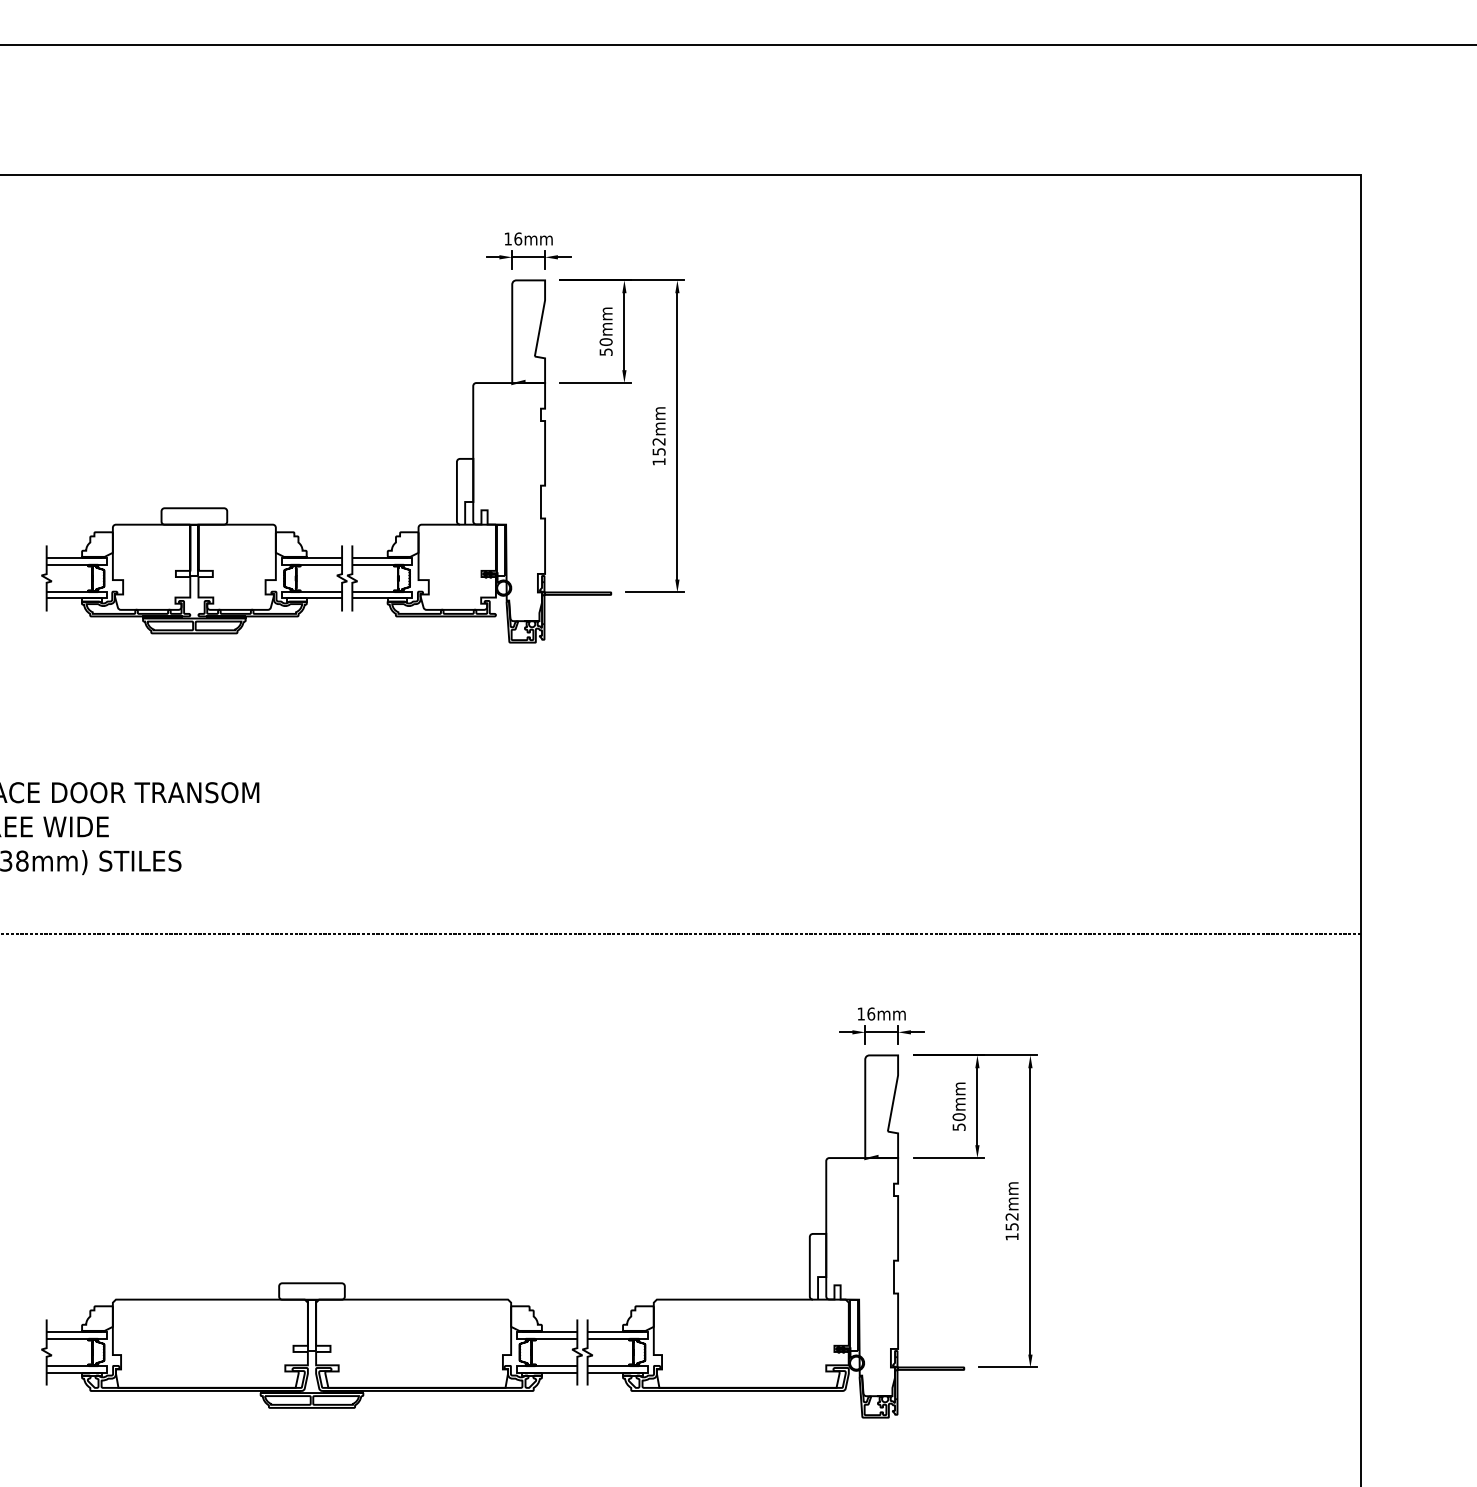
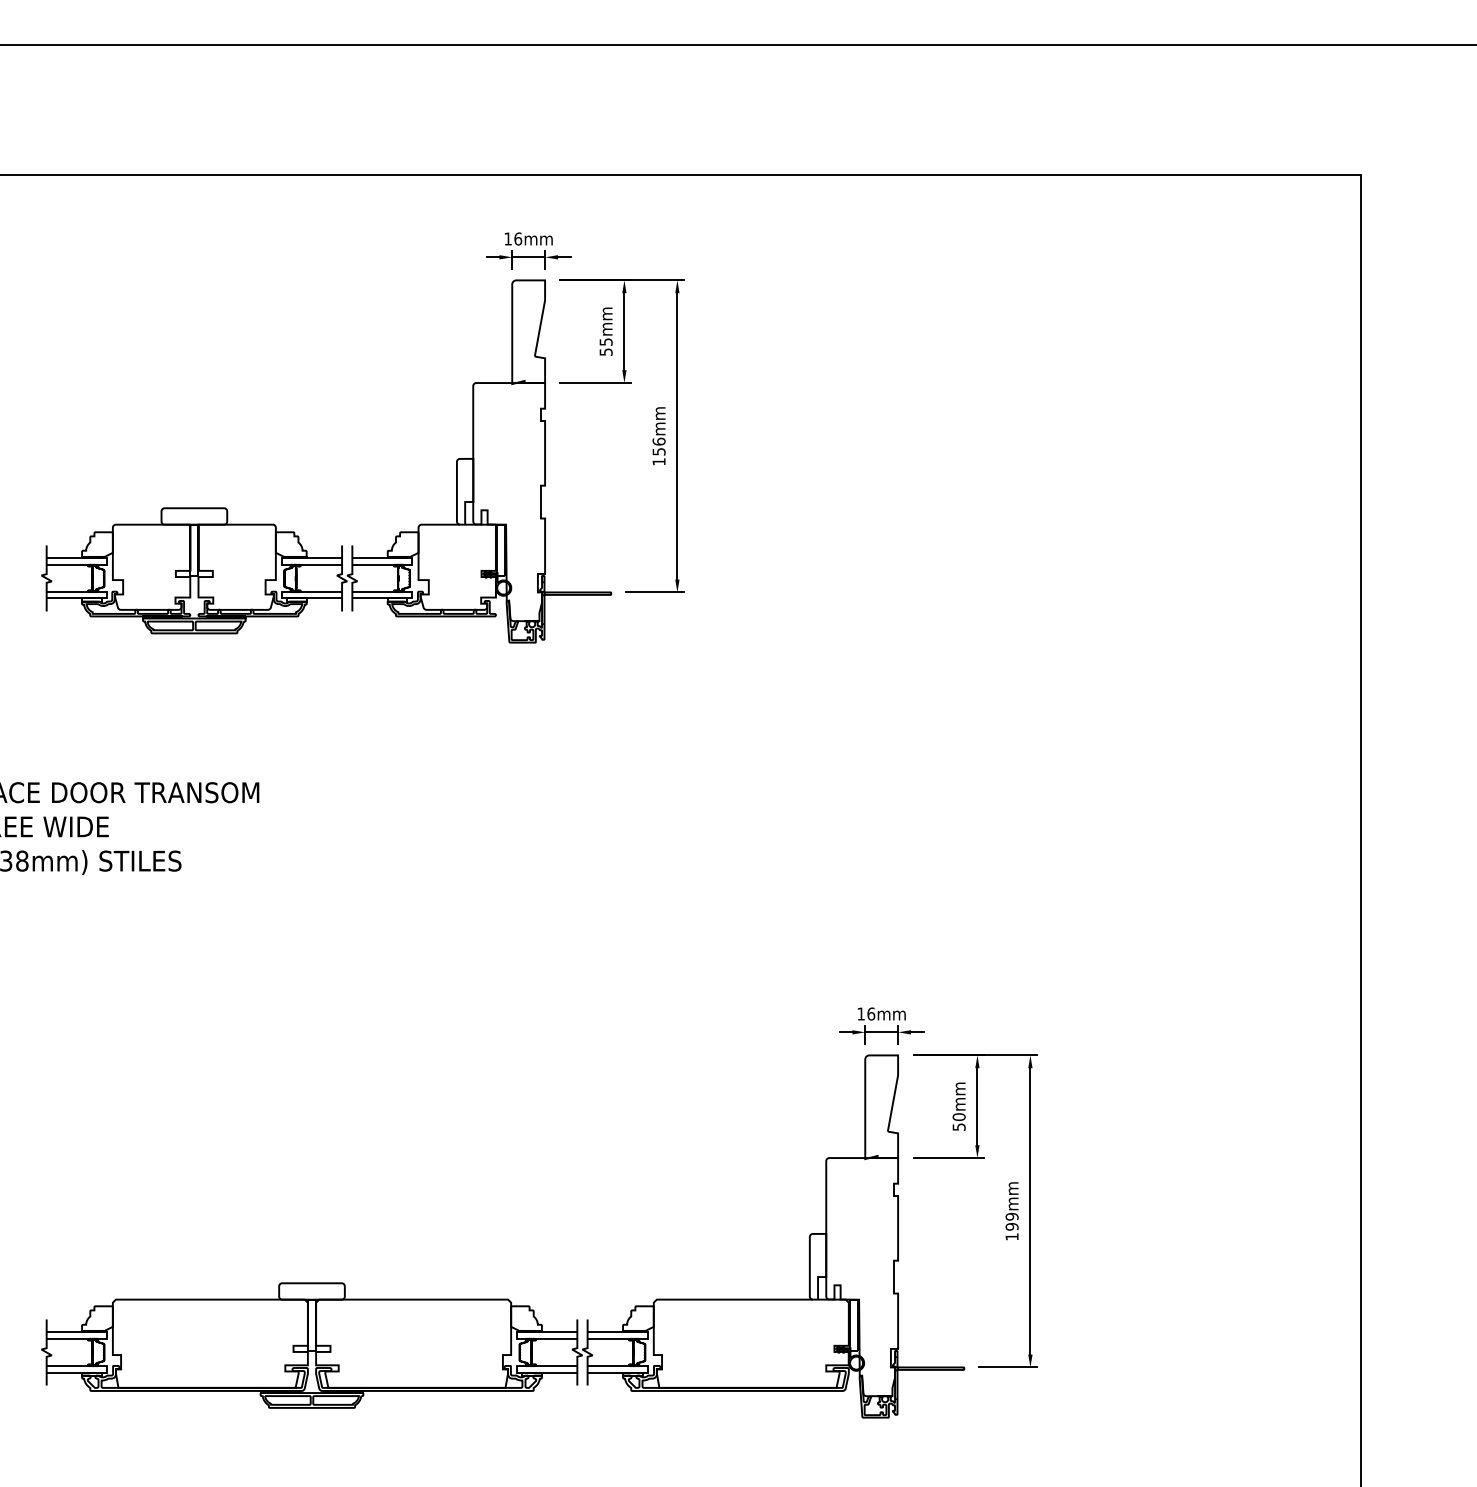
text at (605, 341): 50mm -> 55mm
text at (658, 441): 152mm -> 156mm
line at (681, 934): present -> none
text at (1011, 1221): 152mm -> 199mm
